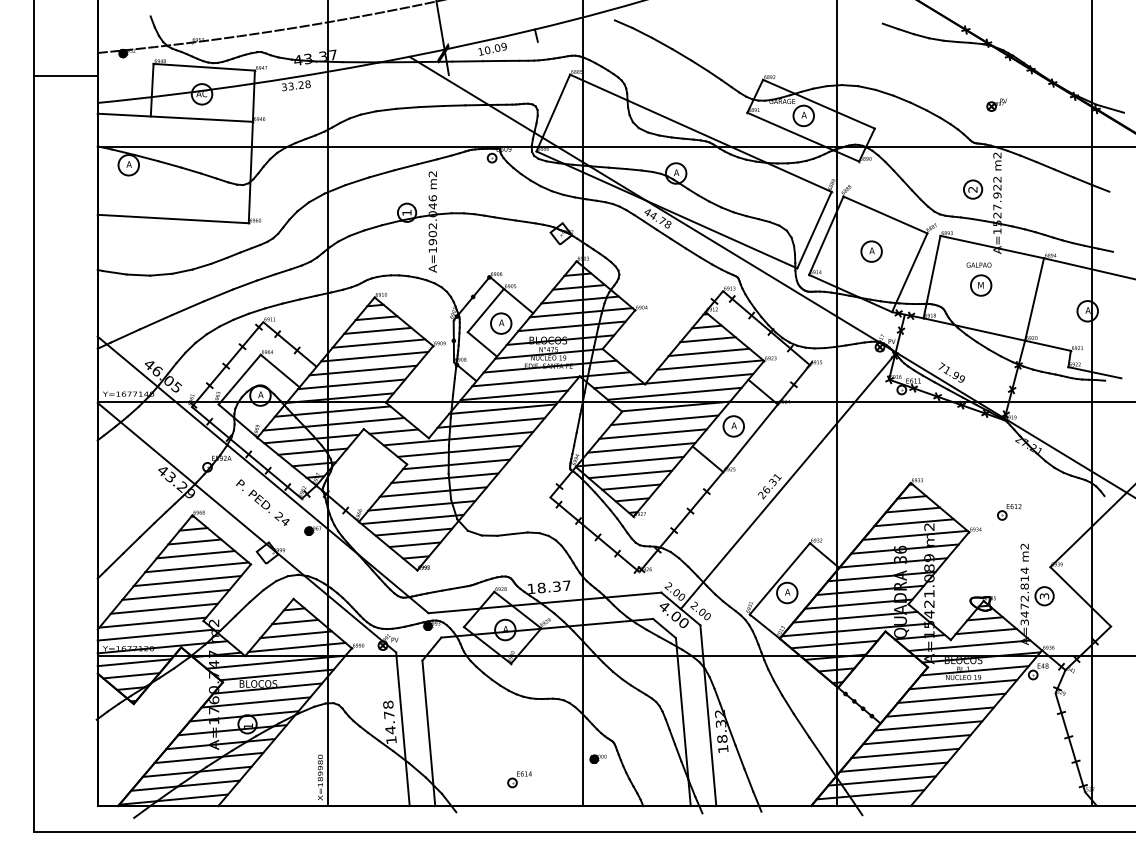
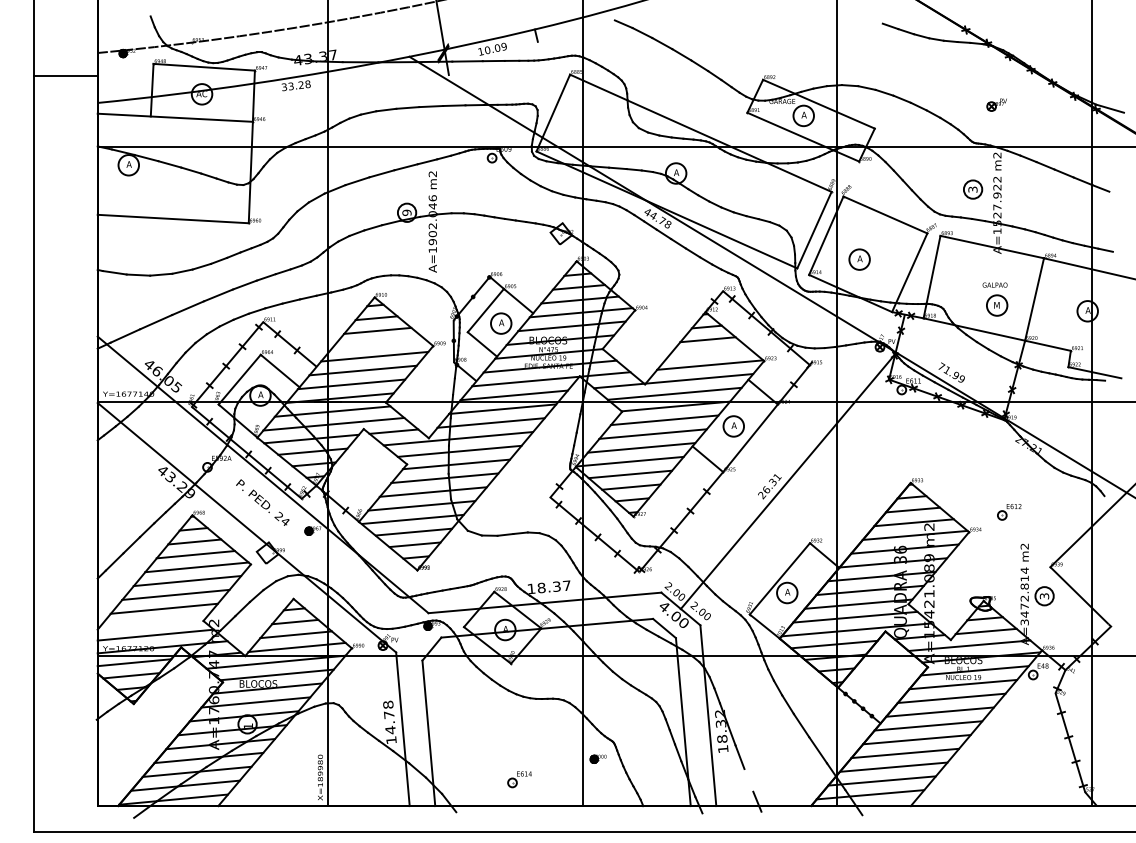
text at (973, 189): 2 -> 3
text at (406, 212): 1 -> 9
part at (871, 251) position: (871, 251) -> (859, 259)
part at (979, 279) position: (979, 279) -> (995, 299)
line at (378, 343): present -> none
line at (708, 352): present -> none
line at (152, 622): present -> none
line at (748, 780): present -> none
